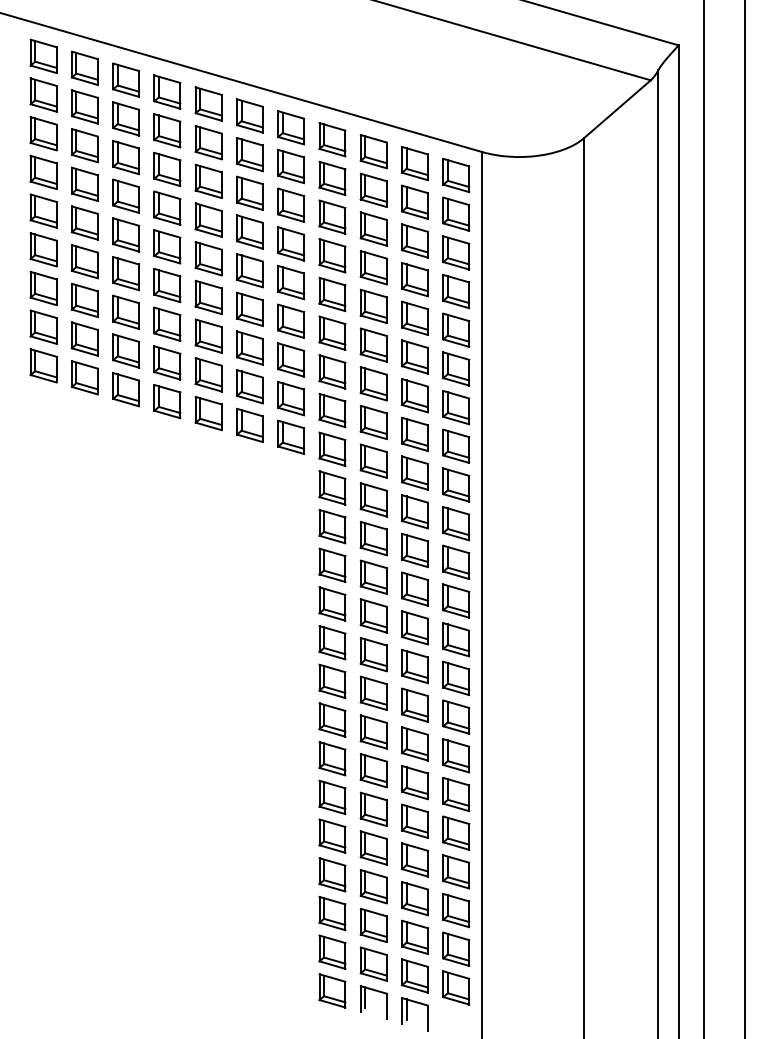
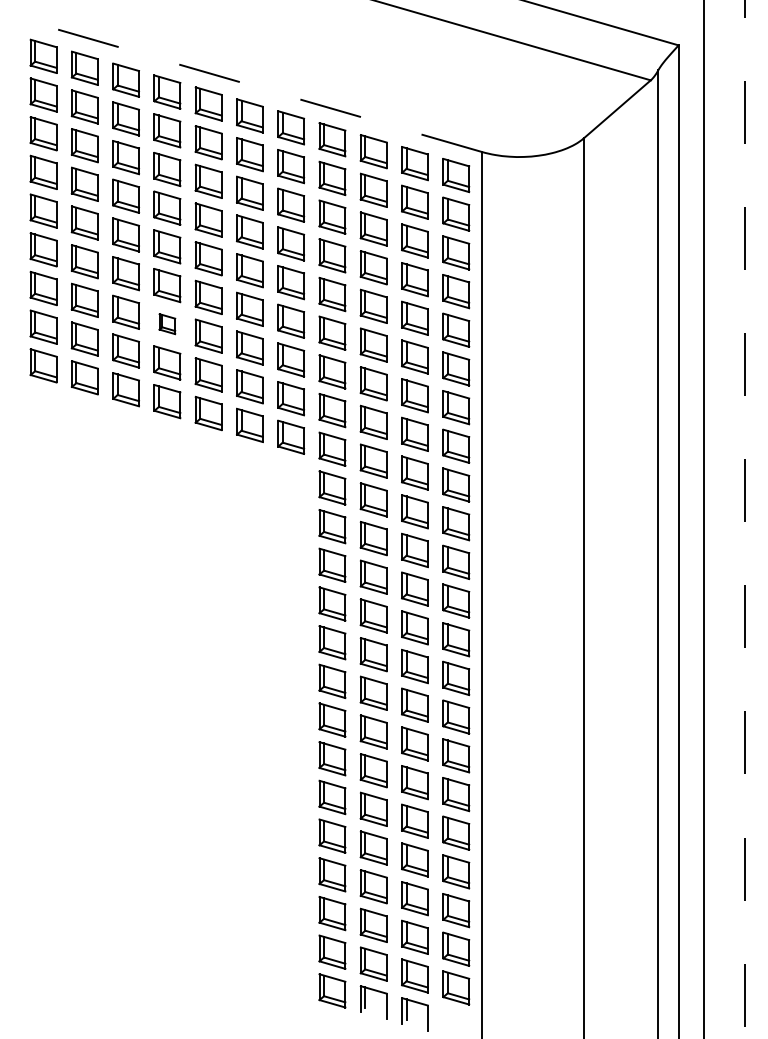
line at (240, 82): solid -> dashed
part at (167, 323) size: 29x36 px -> 19x23 px
line at (745, 519): solid -> dashed
